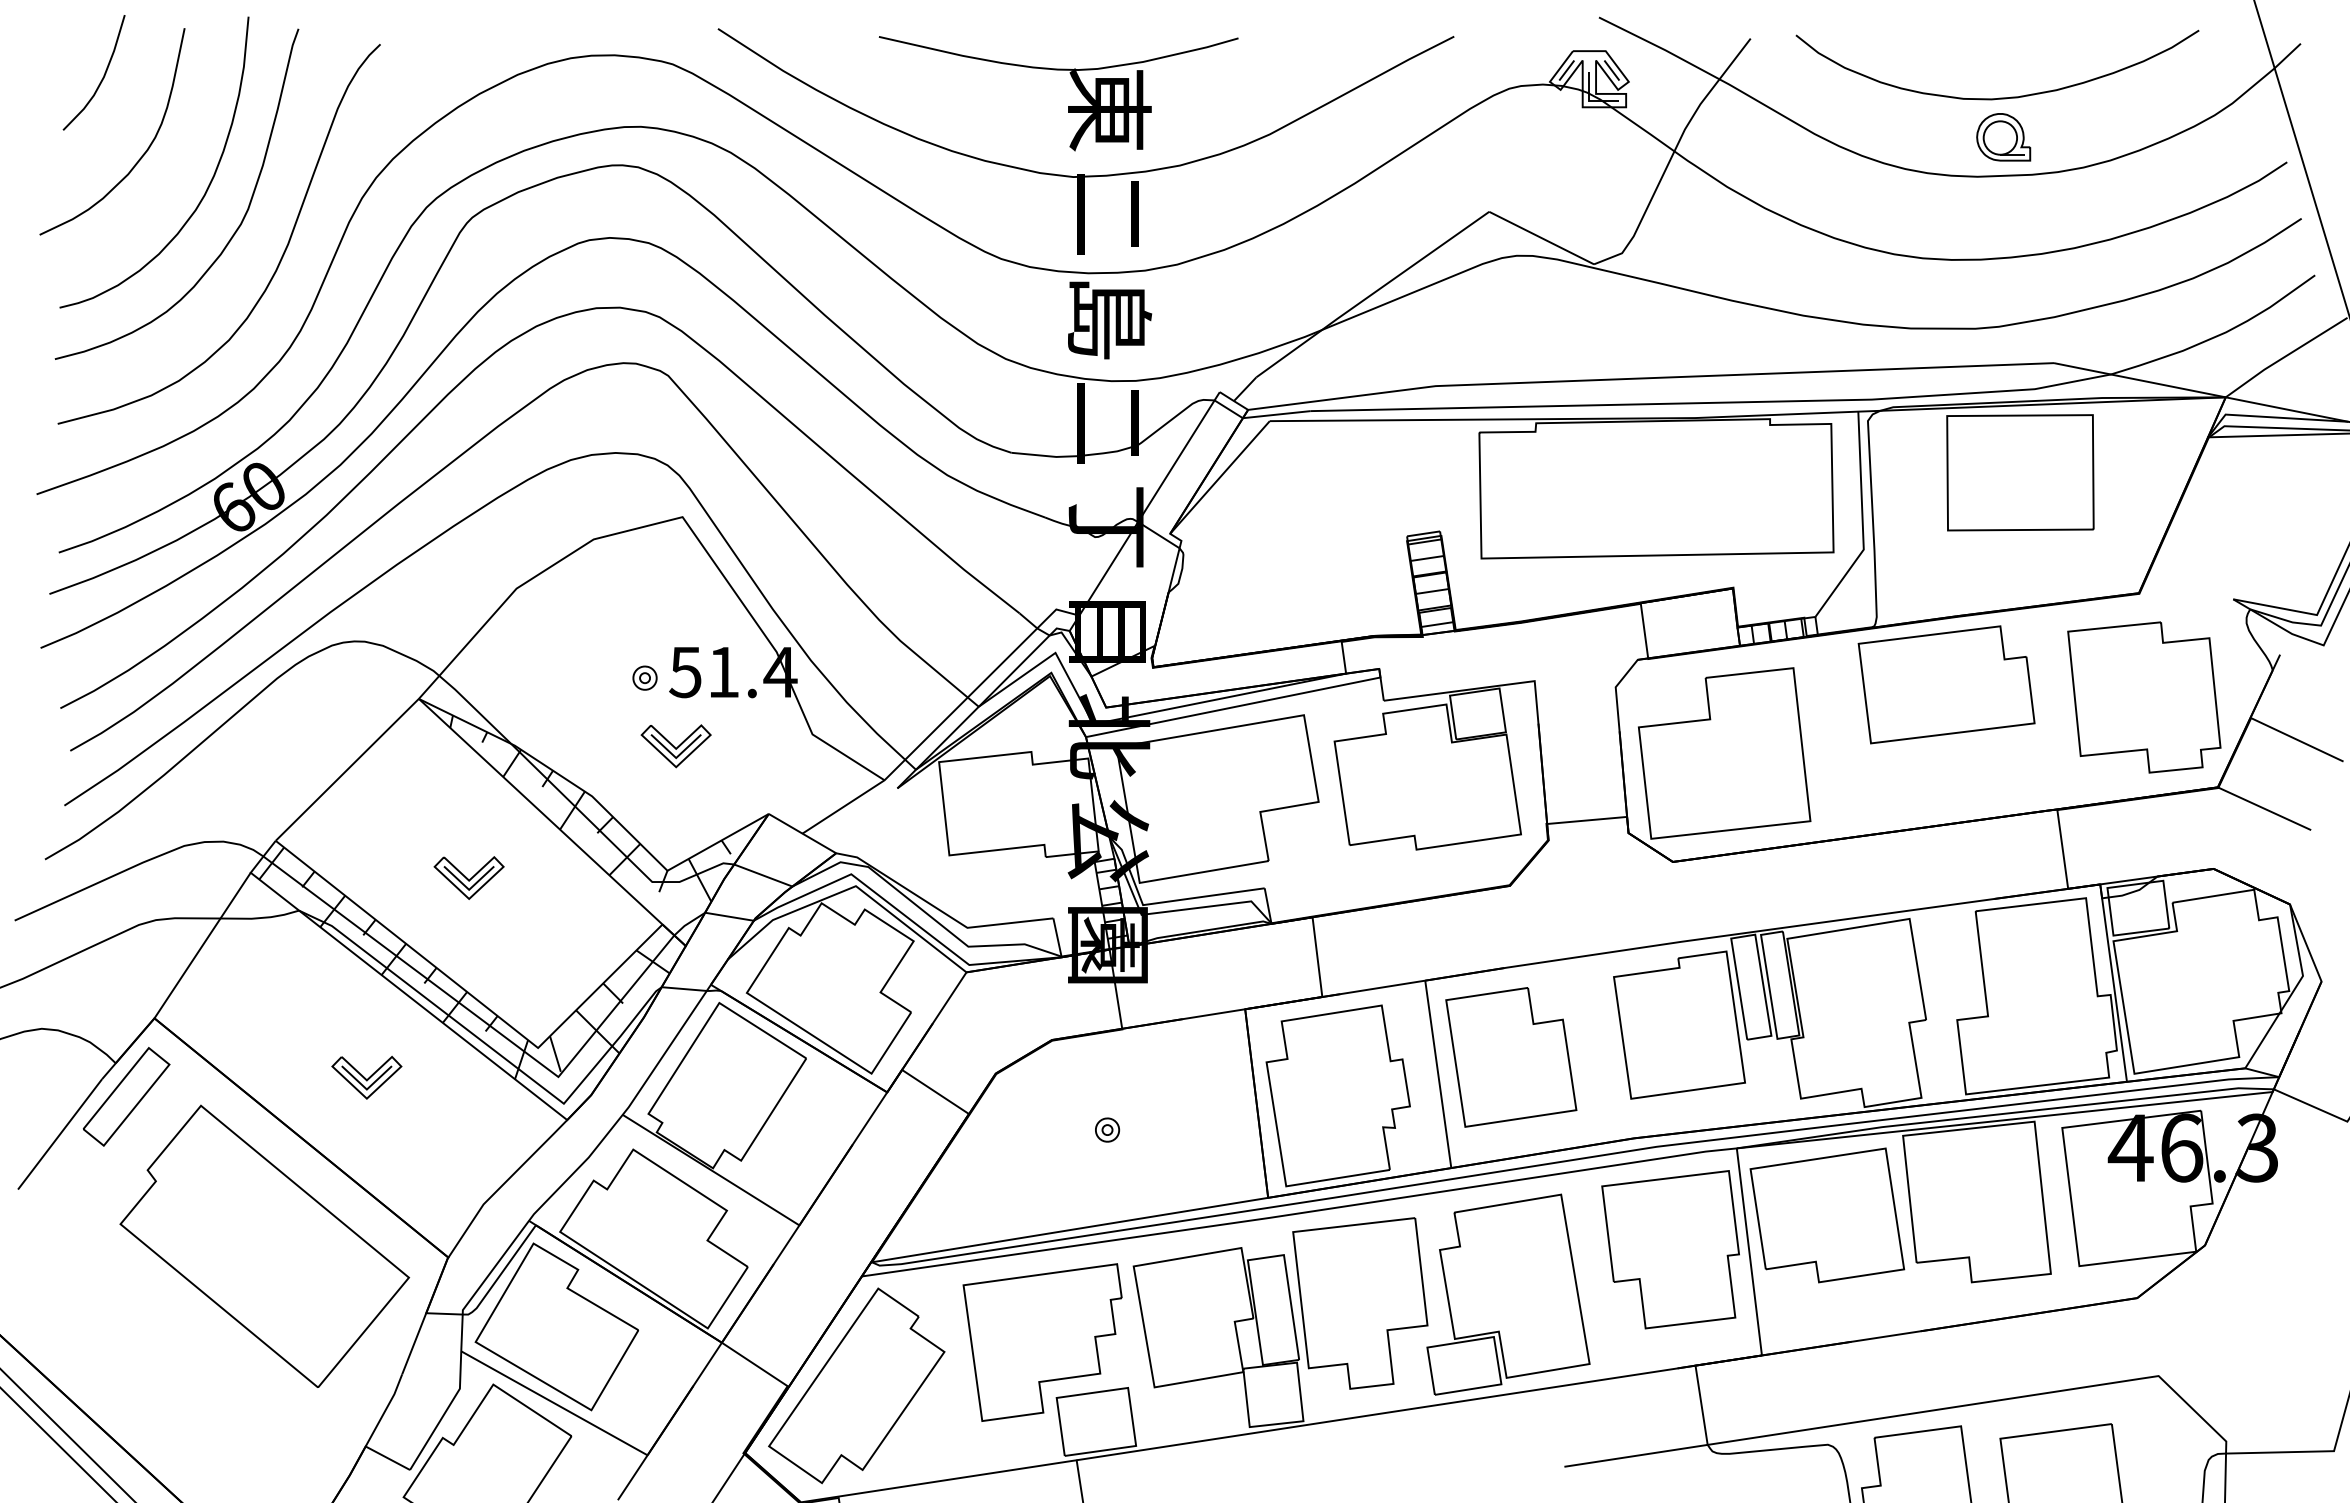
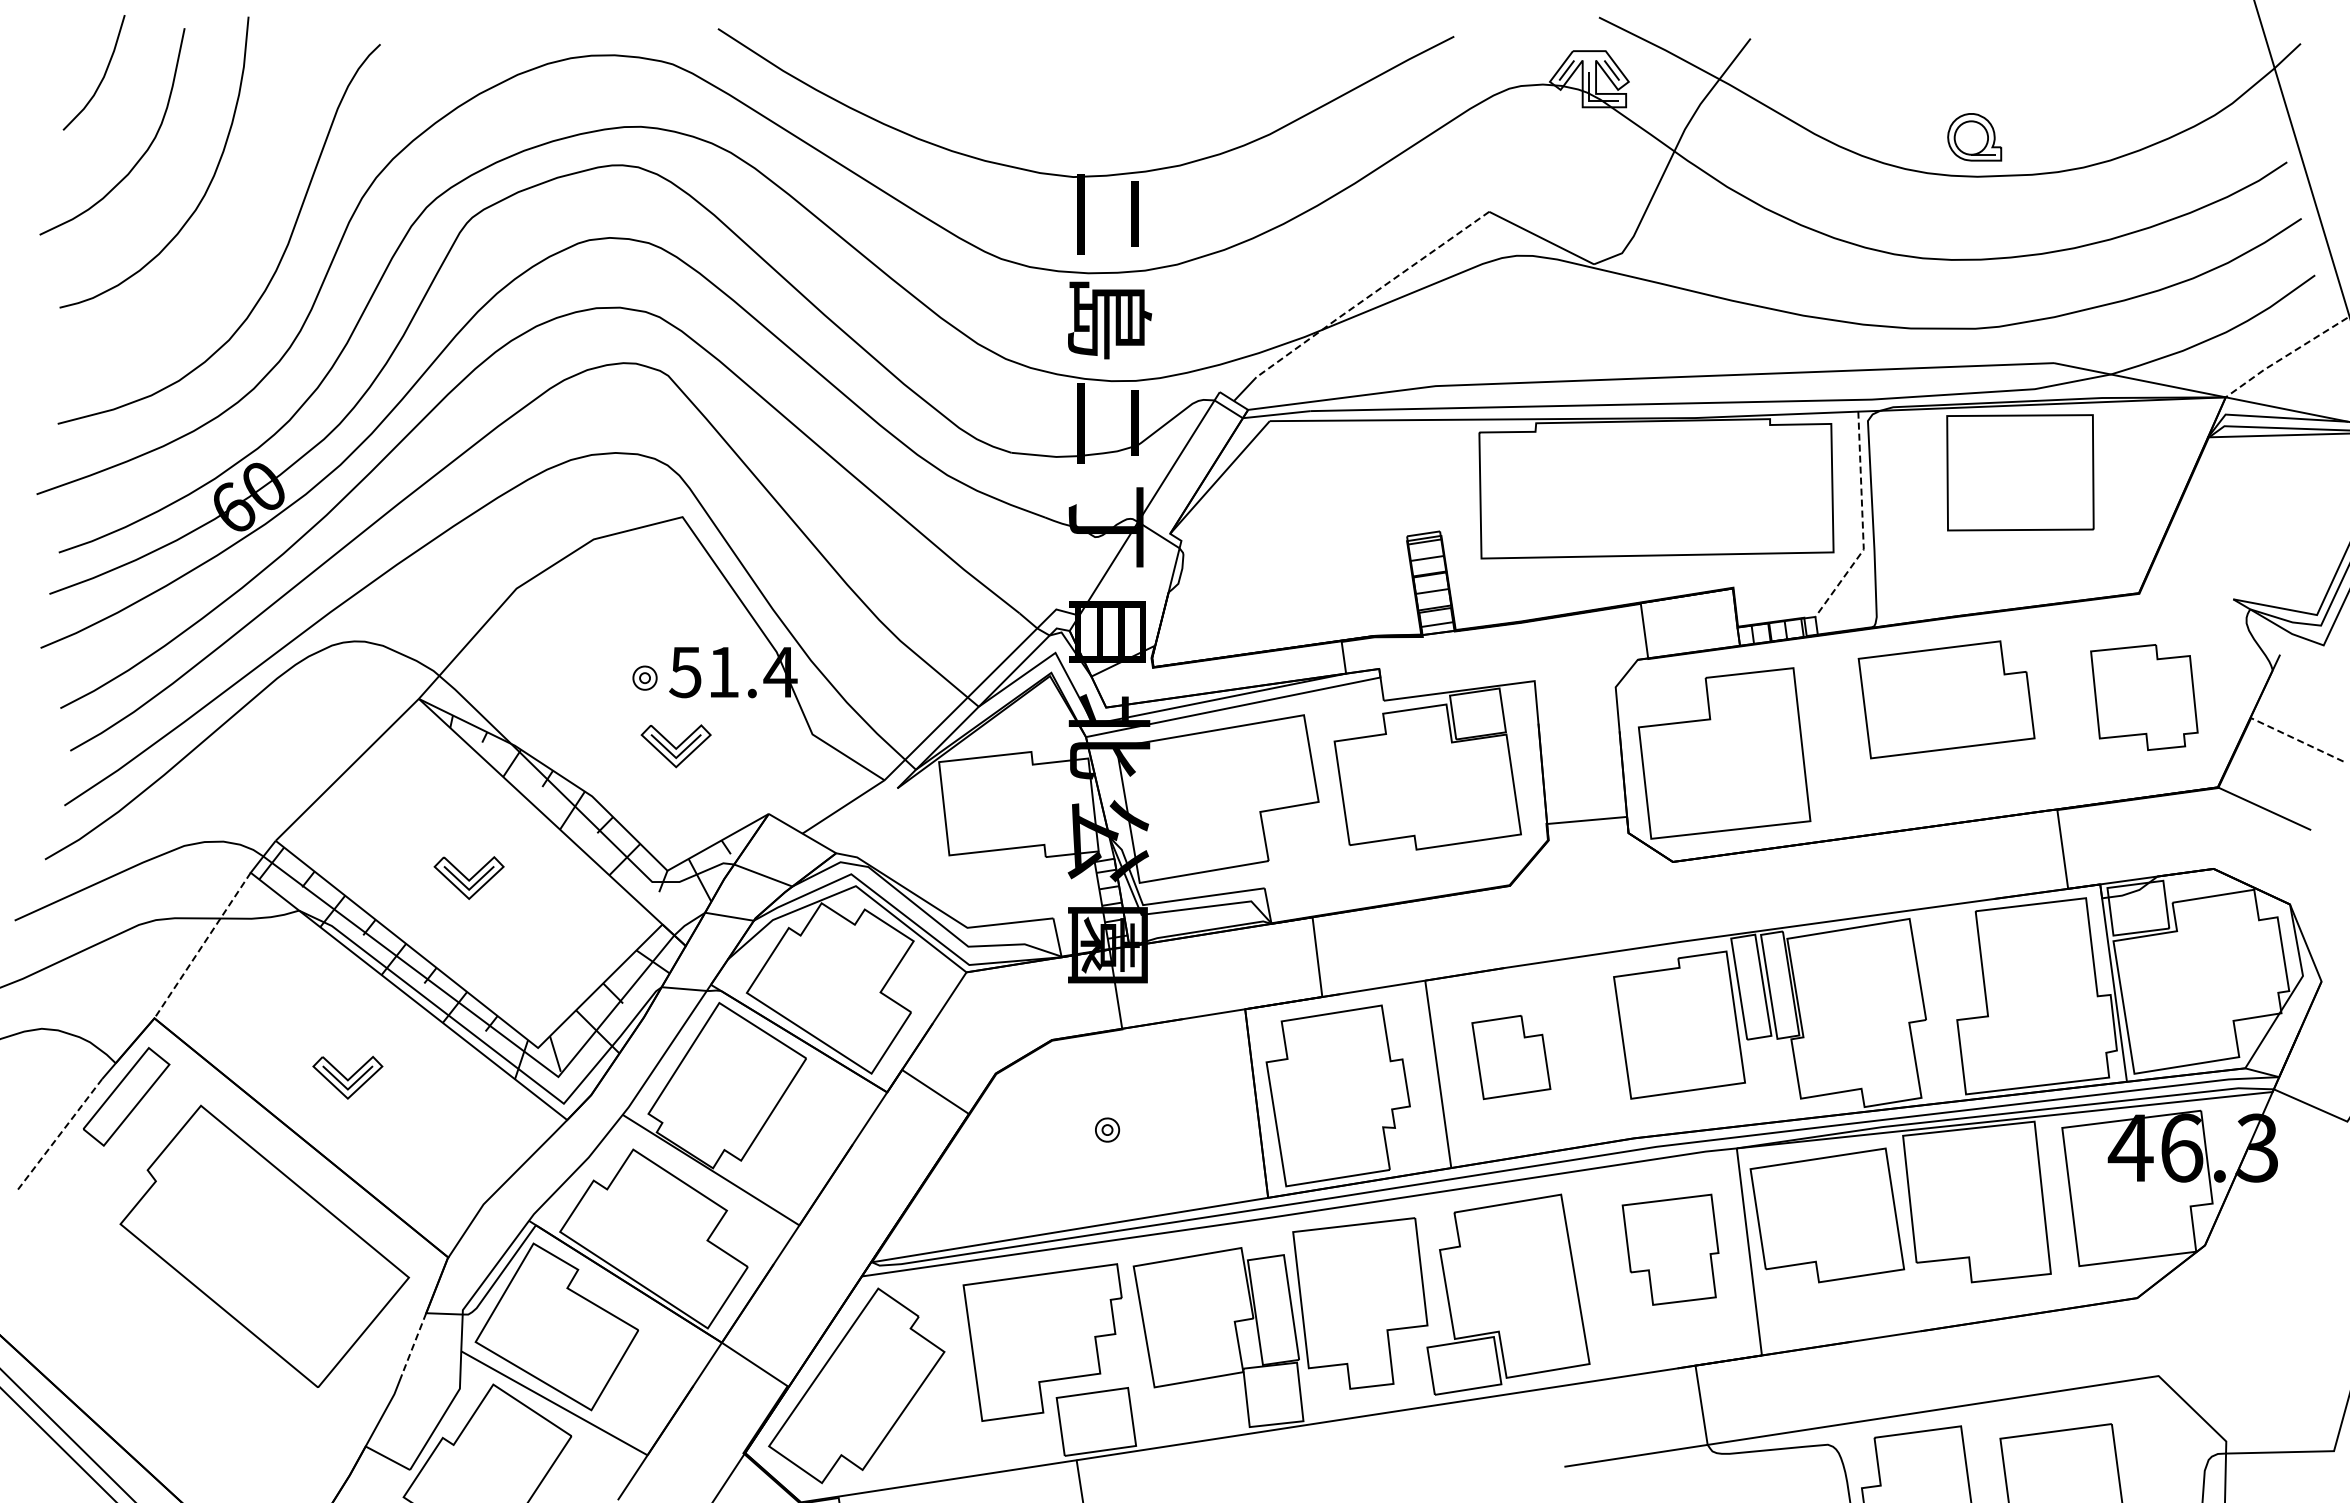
curve at (1999, 97): present -> none
part at (1068, 106): present -> none
part at (2003, 137) position: (2003, 137) -> (1974, 137)
curve at (233, 233): present -> none
line at (1371, 294): solid -> dashed
line at (2284, 356): solid -> dashed
line at (1862, 522): solid -> dashed
part at (1946, 684) position: (1946, 684) -> (1946, 699)
part at (2144, 697) size: 155x153 px -> 109x107 px
line at (2296, 739): solid -> dashed
line at (202, 945): solid -> dashed
part at (1511, 1057) size: 133x141 px -> 81x86 px
part at (366, 1077) position: (366, 1077) -> (347, 1077)
line at (59, 1134): solid -> dashed
part at (1670, 1249) size: 139x160 px -> 99x113 px
line at (414, 1343): solid -> dashed
